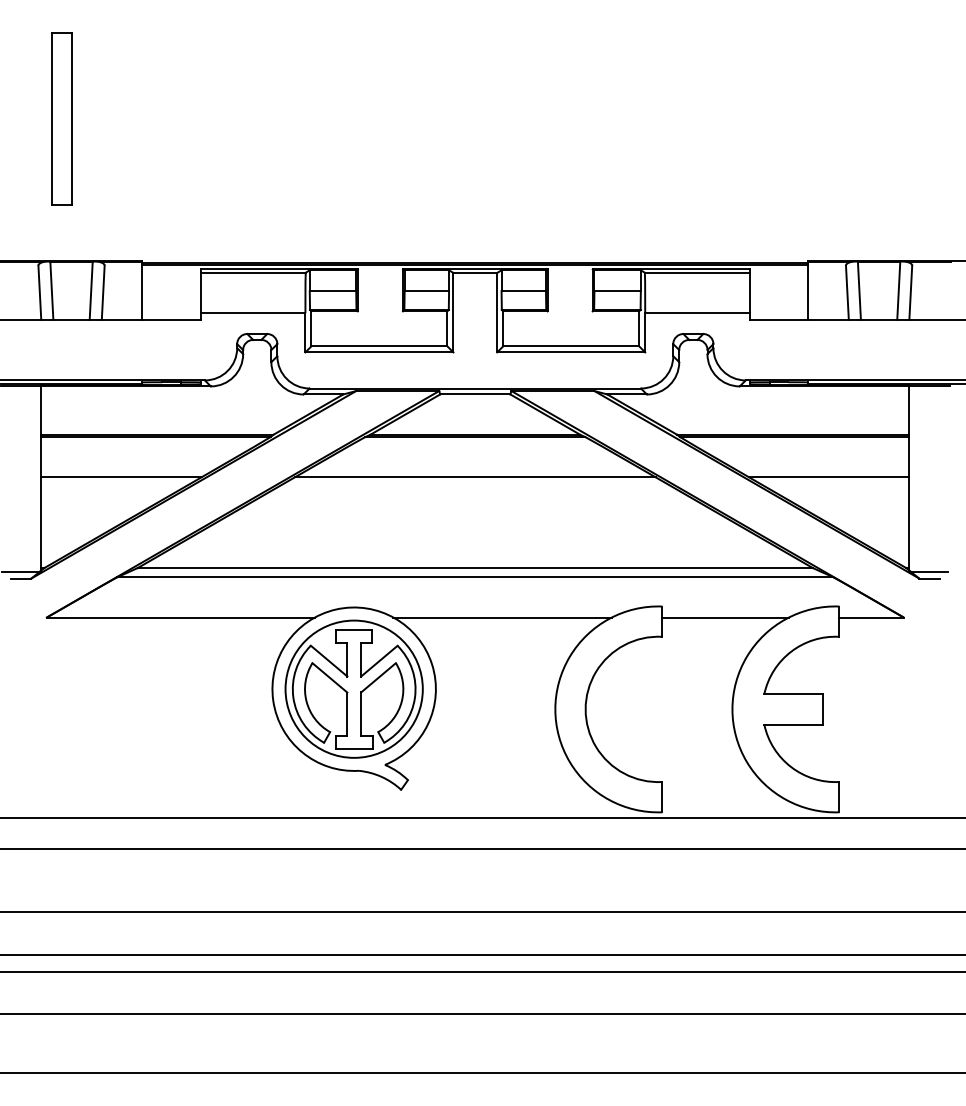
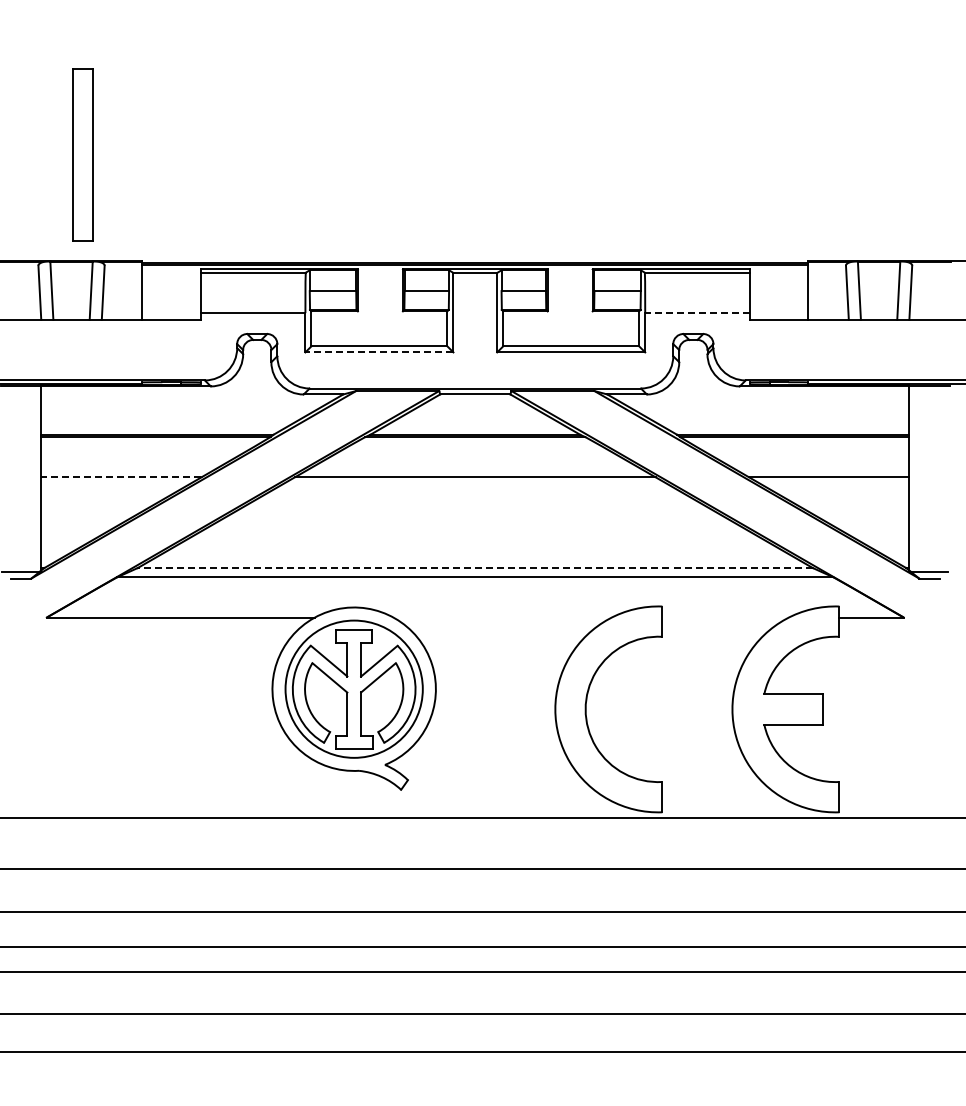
part at (61, 118) position: (61, 118) -> (82, 154)
line at (697, 313): solid -> dashed
line at (378, 352): solid -> dashed
line at (120, 477): solid -> dashed
line at (475, 568): solid -> dashed
line at (502, 617): present -> none
line at (725, 617): present -> none
line at (482, 848) position: (482, 848) -> (482, 868)
line at (482, 954) position: (482, 954) -> (482, 946)
line at (482, 1072) position: (482, 1072) -> (482, 1051)
